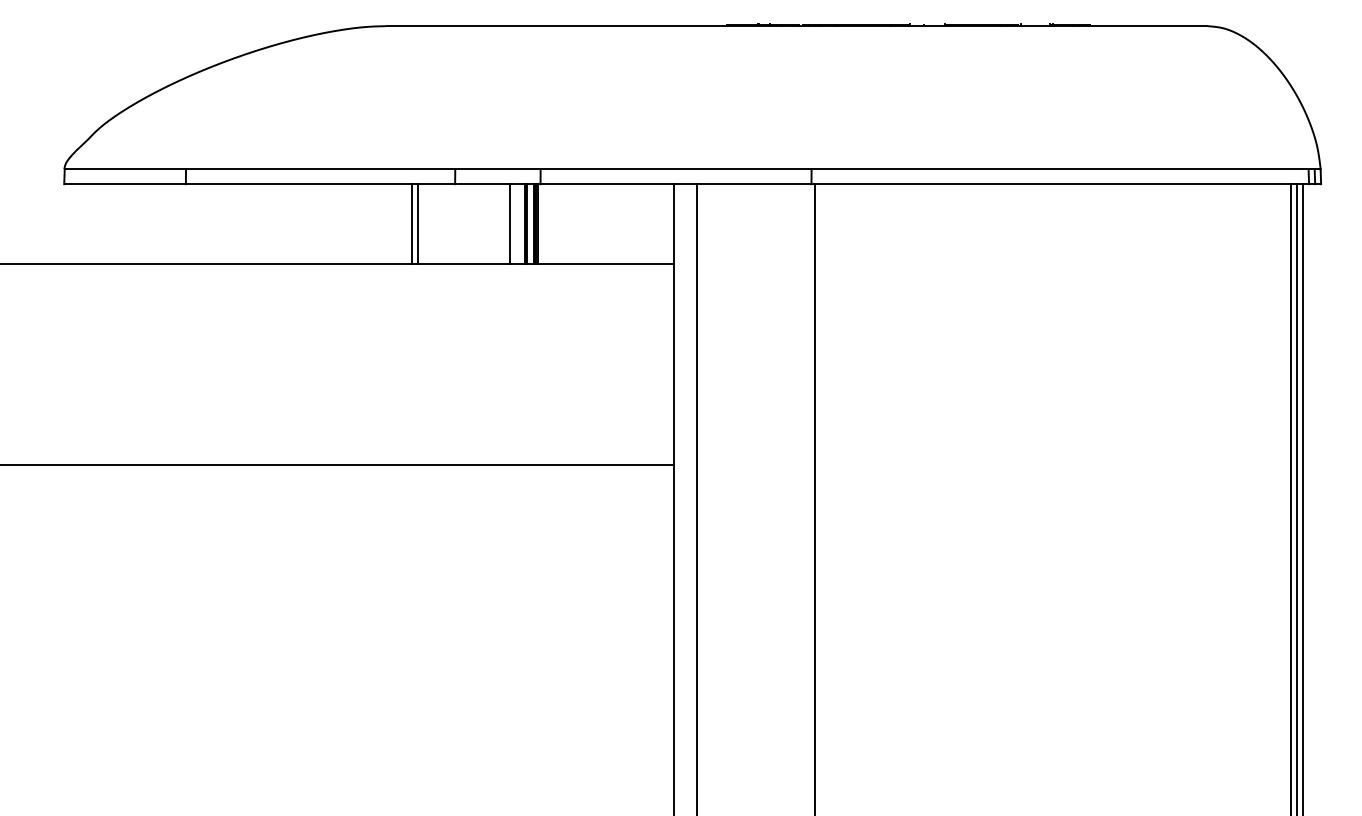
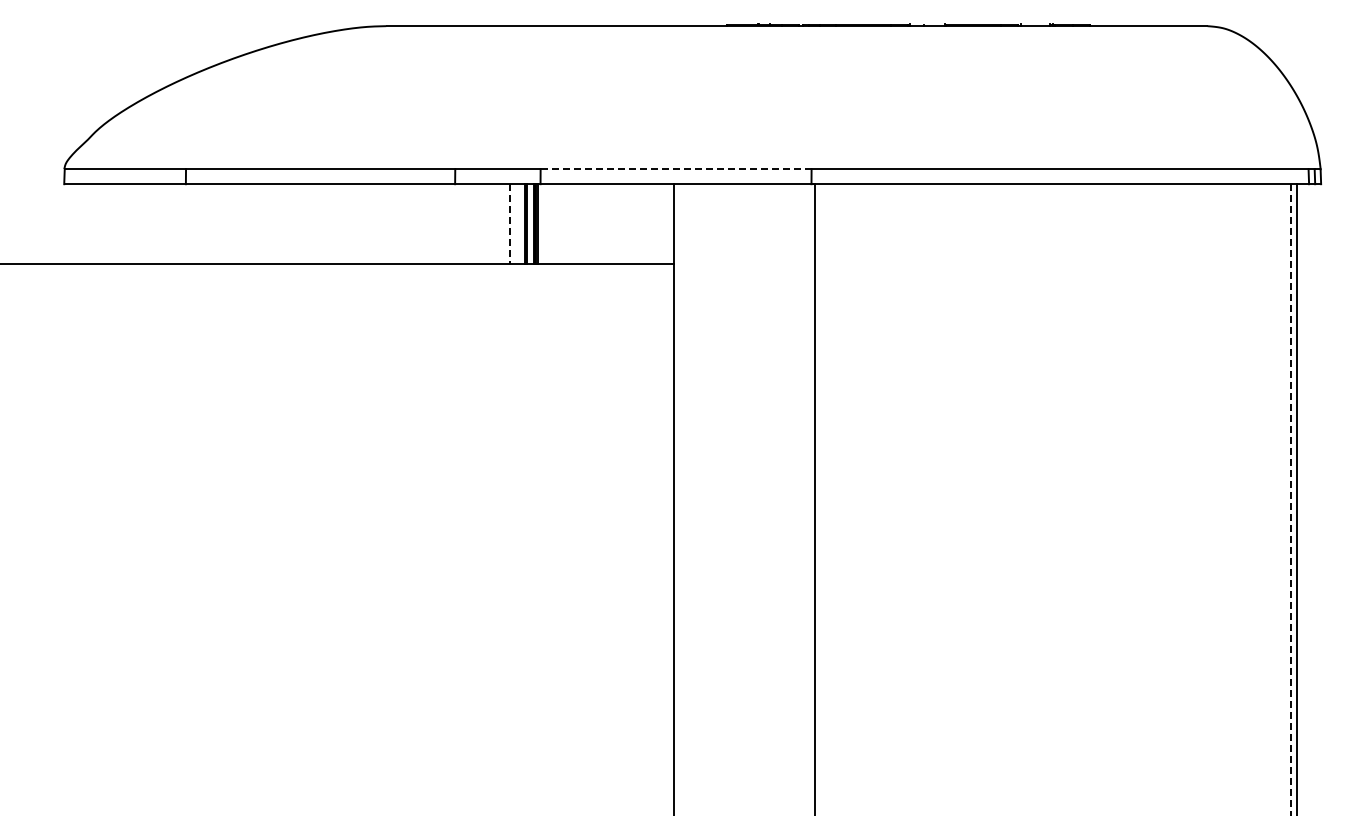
line at (675, 169): solid -> dashed
line at (412, 224): present -> none
line at (417, 224): present -> none
line at (510, 224): solid -> dashed
line at (338, 465): present -> none
line at (697, 498): present -> none
line at (1303, 498): present -> none
line at (1291, 500): solid -> dashed
